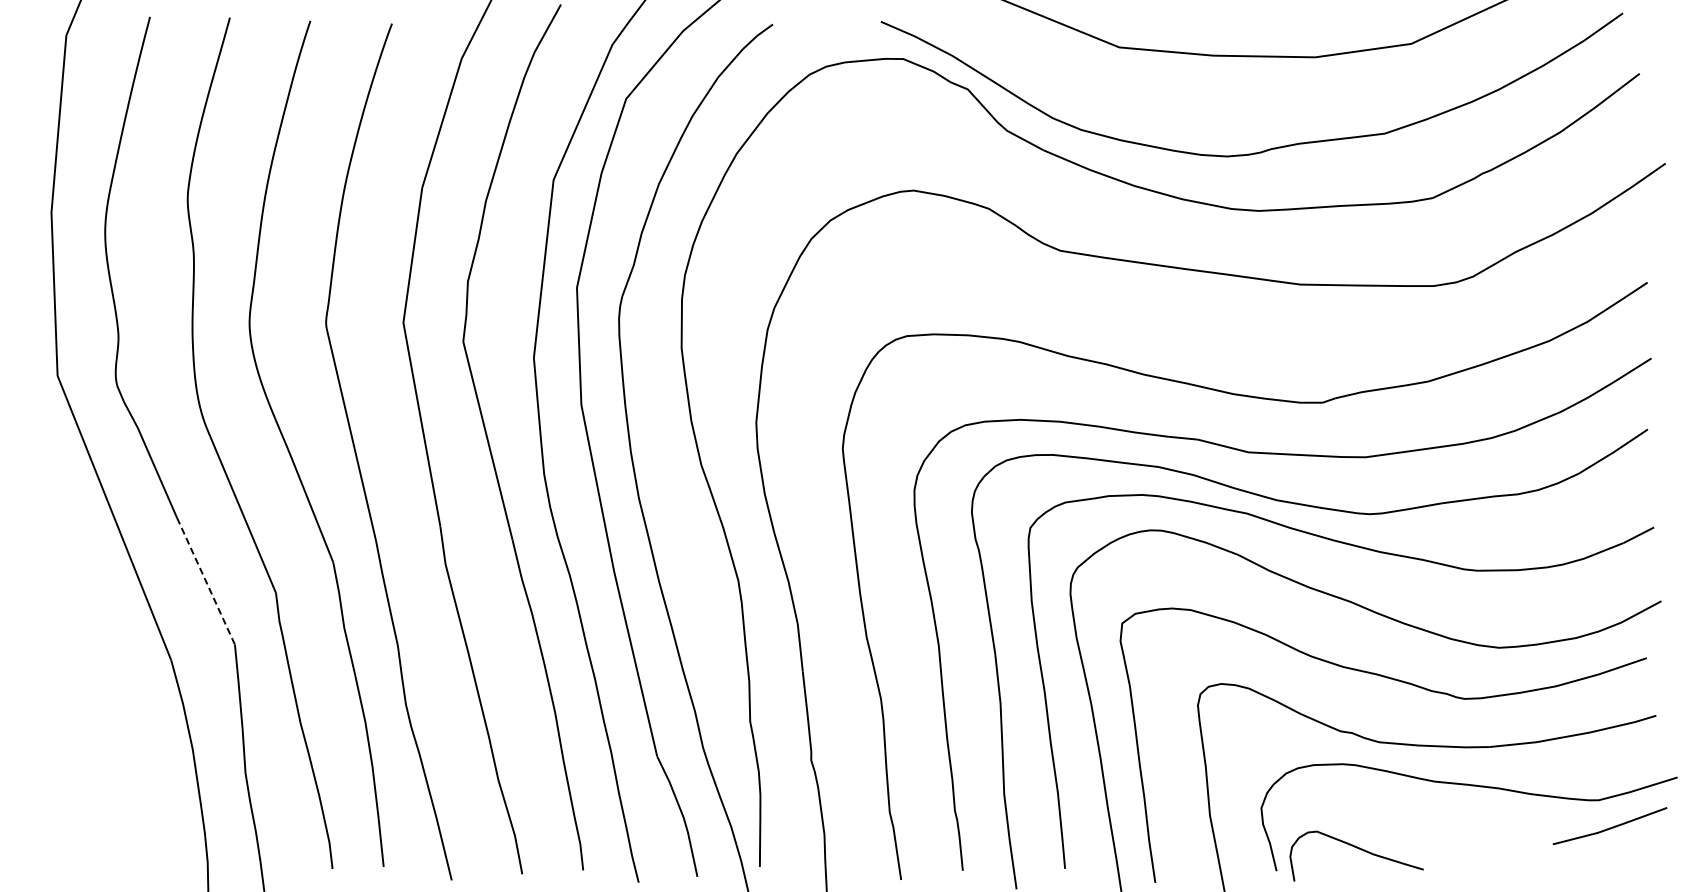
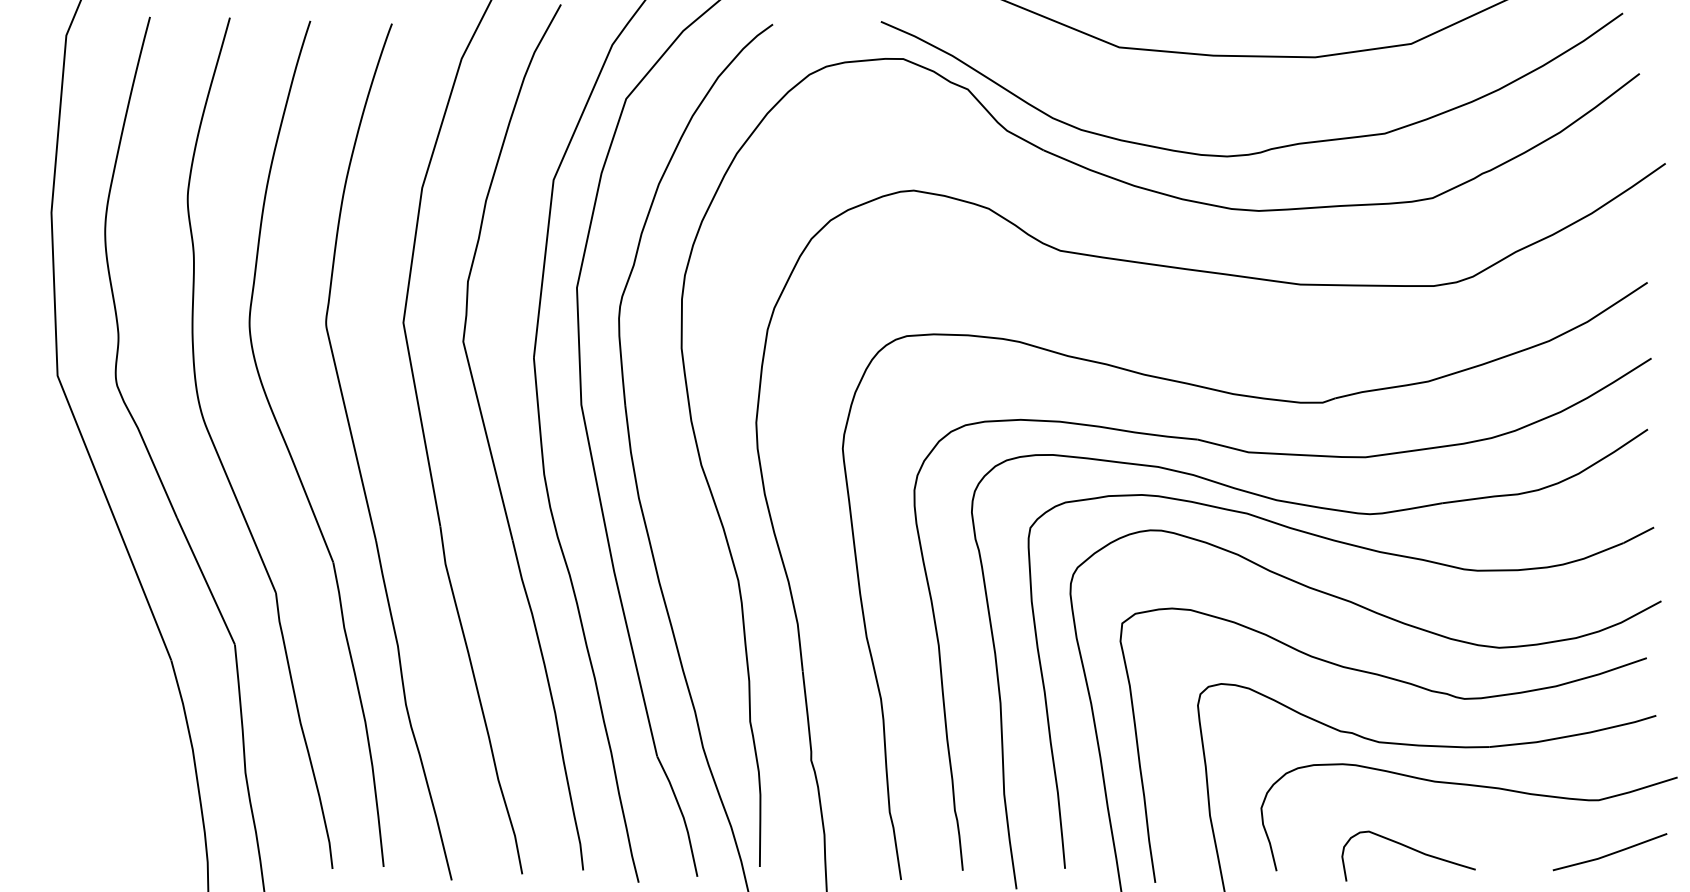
line at (206, 581): dashed -> solid
line at (1609, 827) position: (1609, 827) -> (1609, 853)
curve at (1358, 849) position: (1358, 849) -> (1410, 849)
